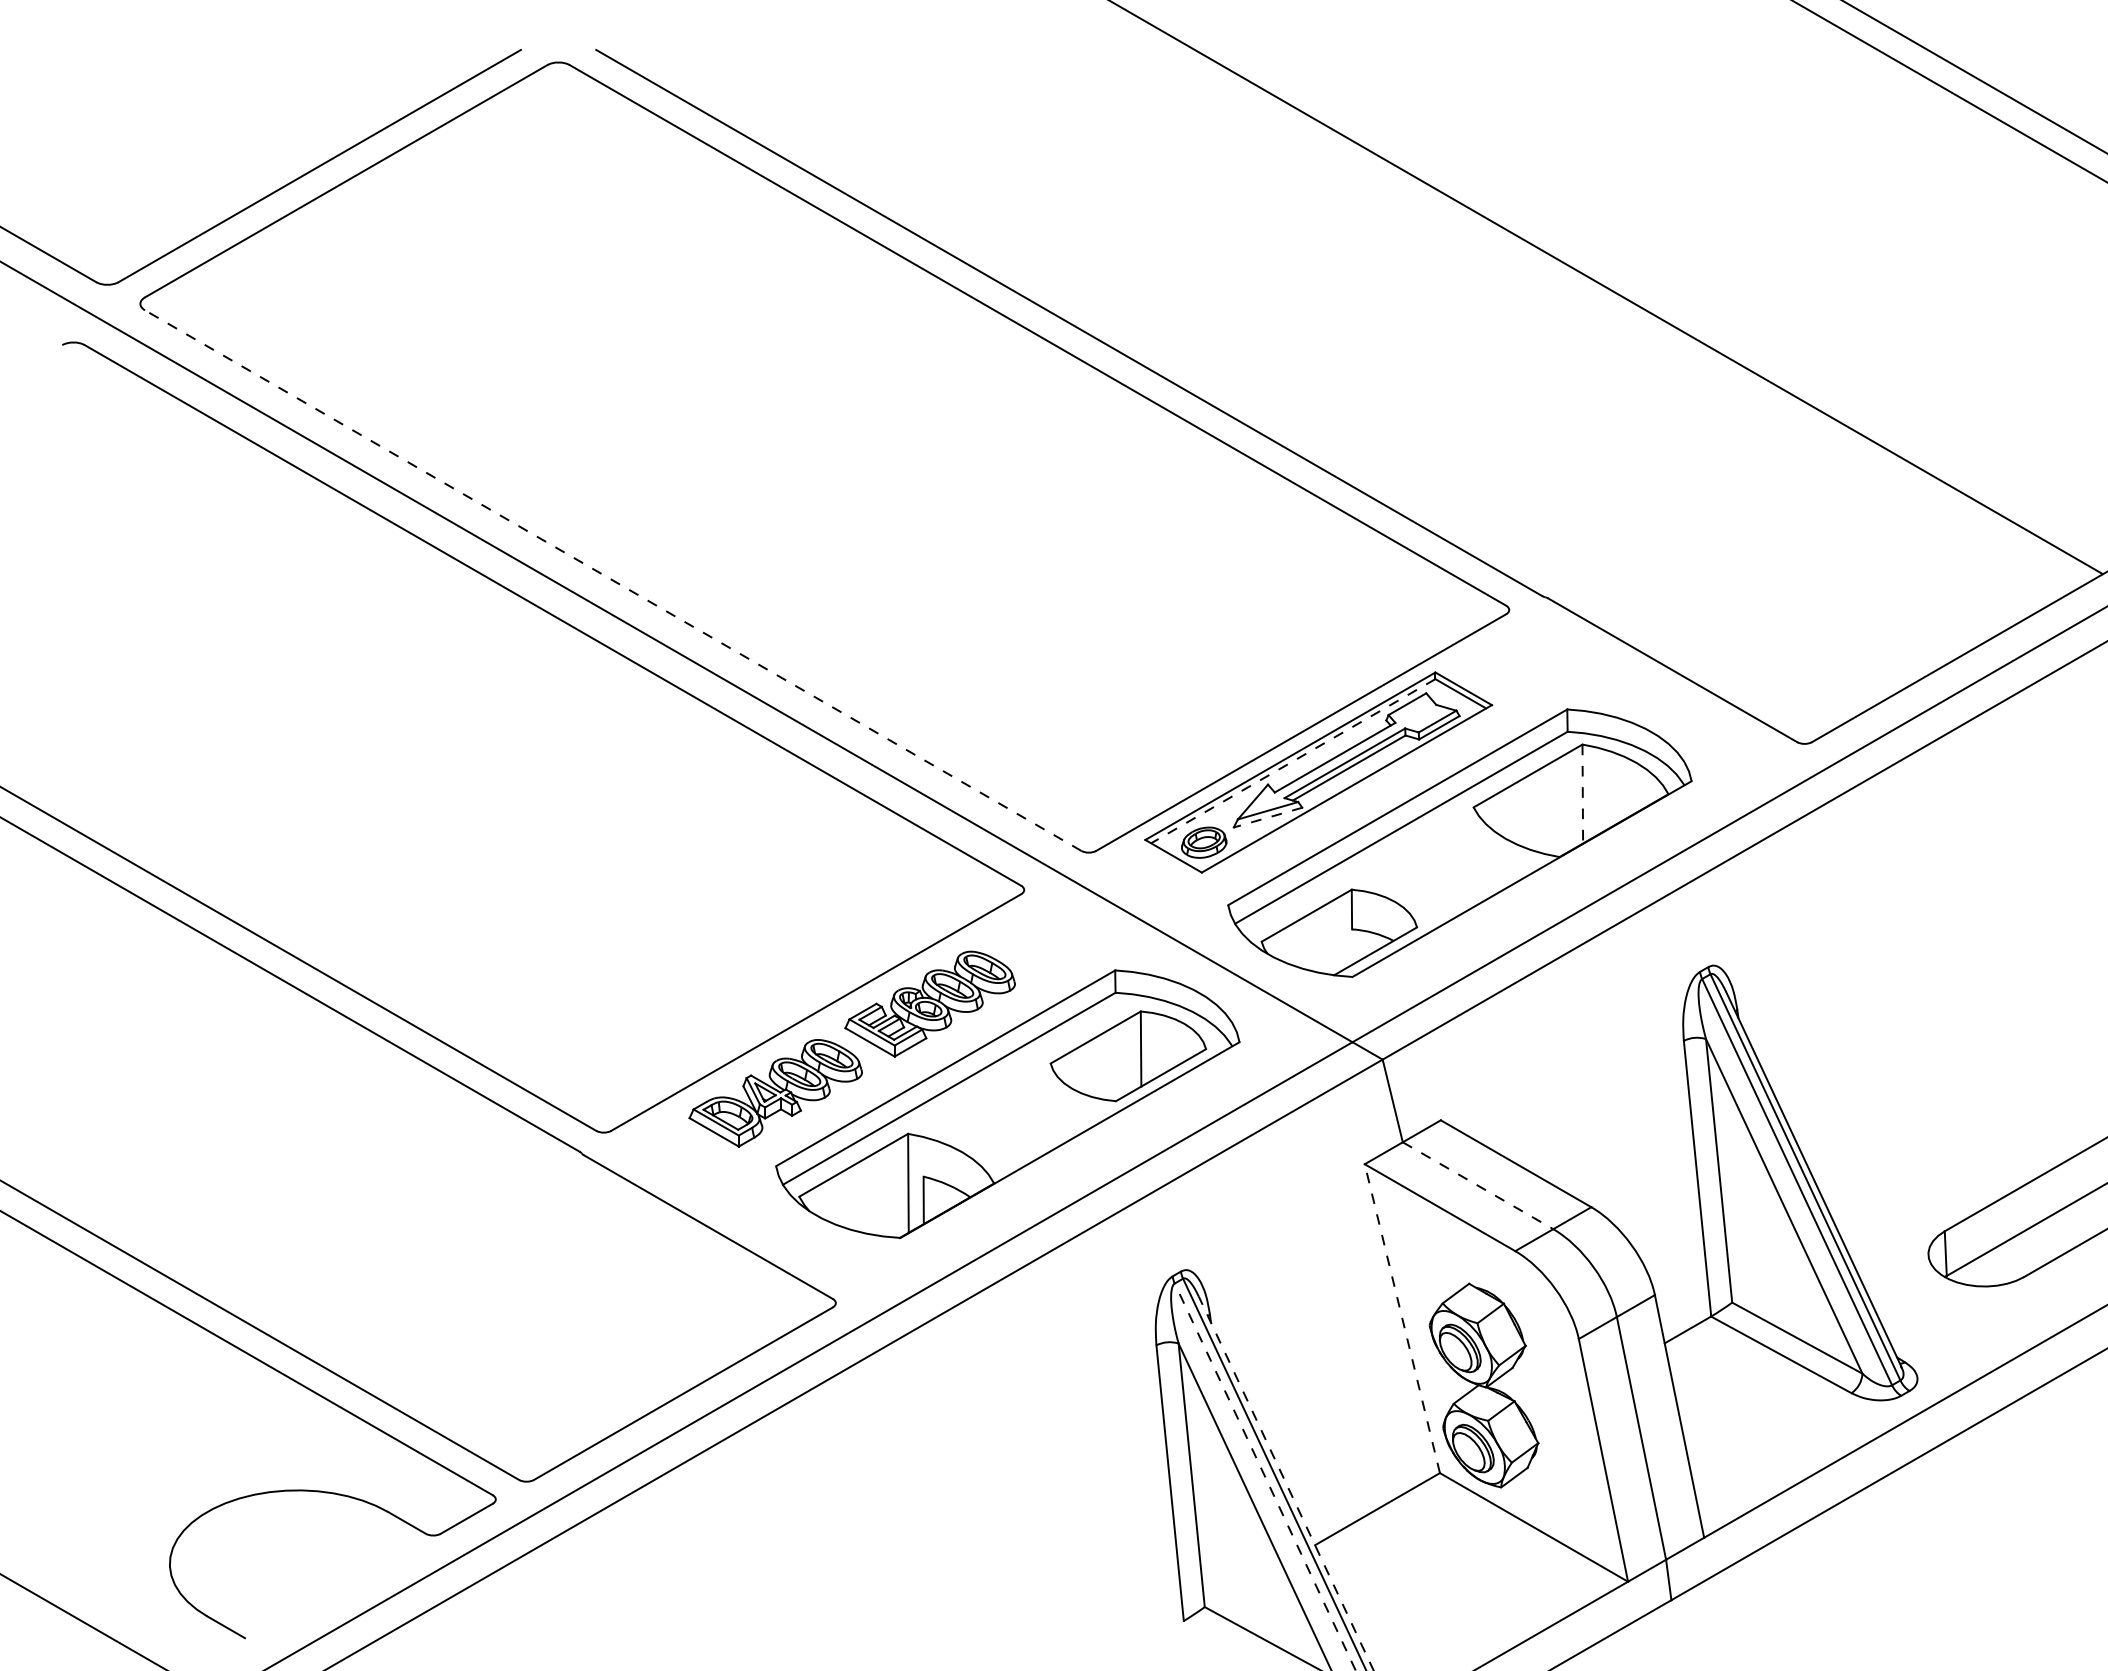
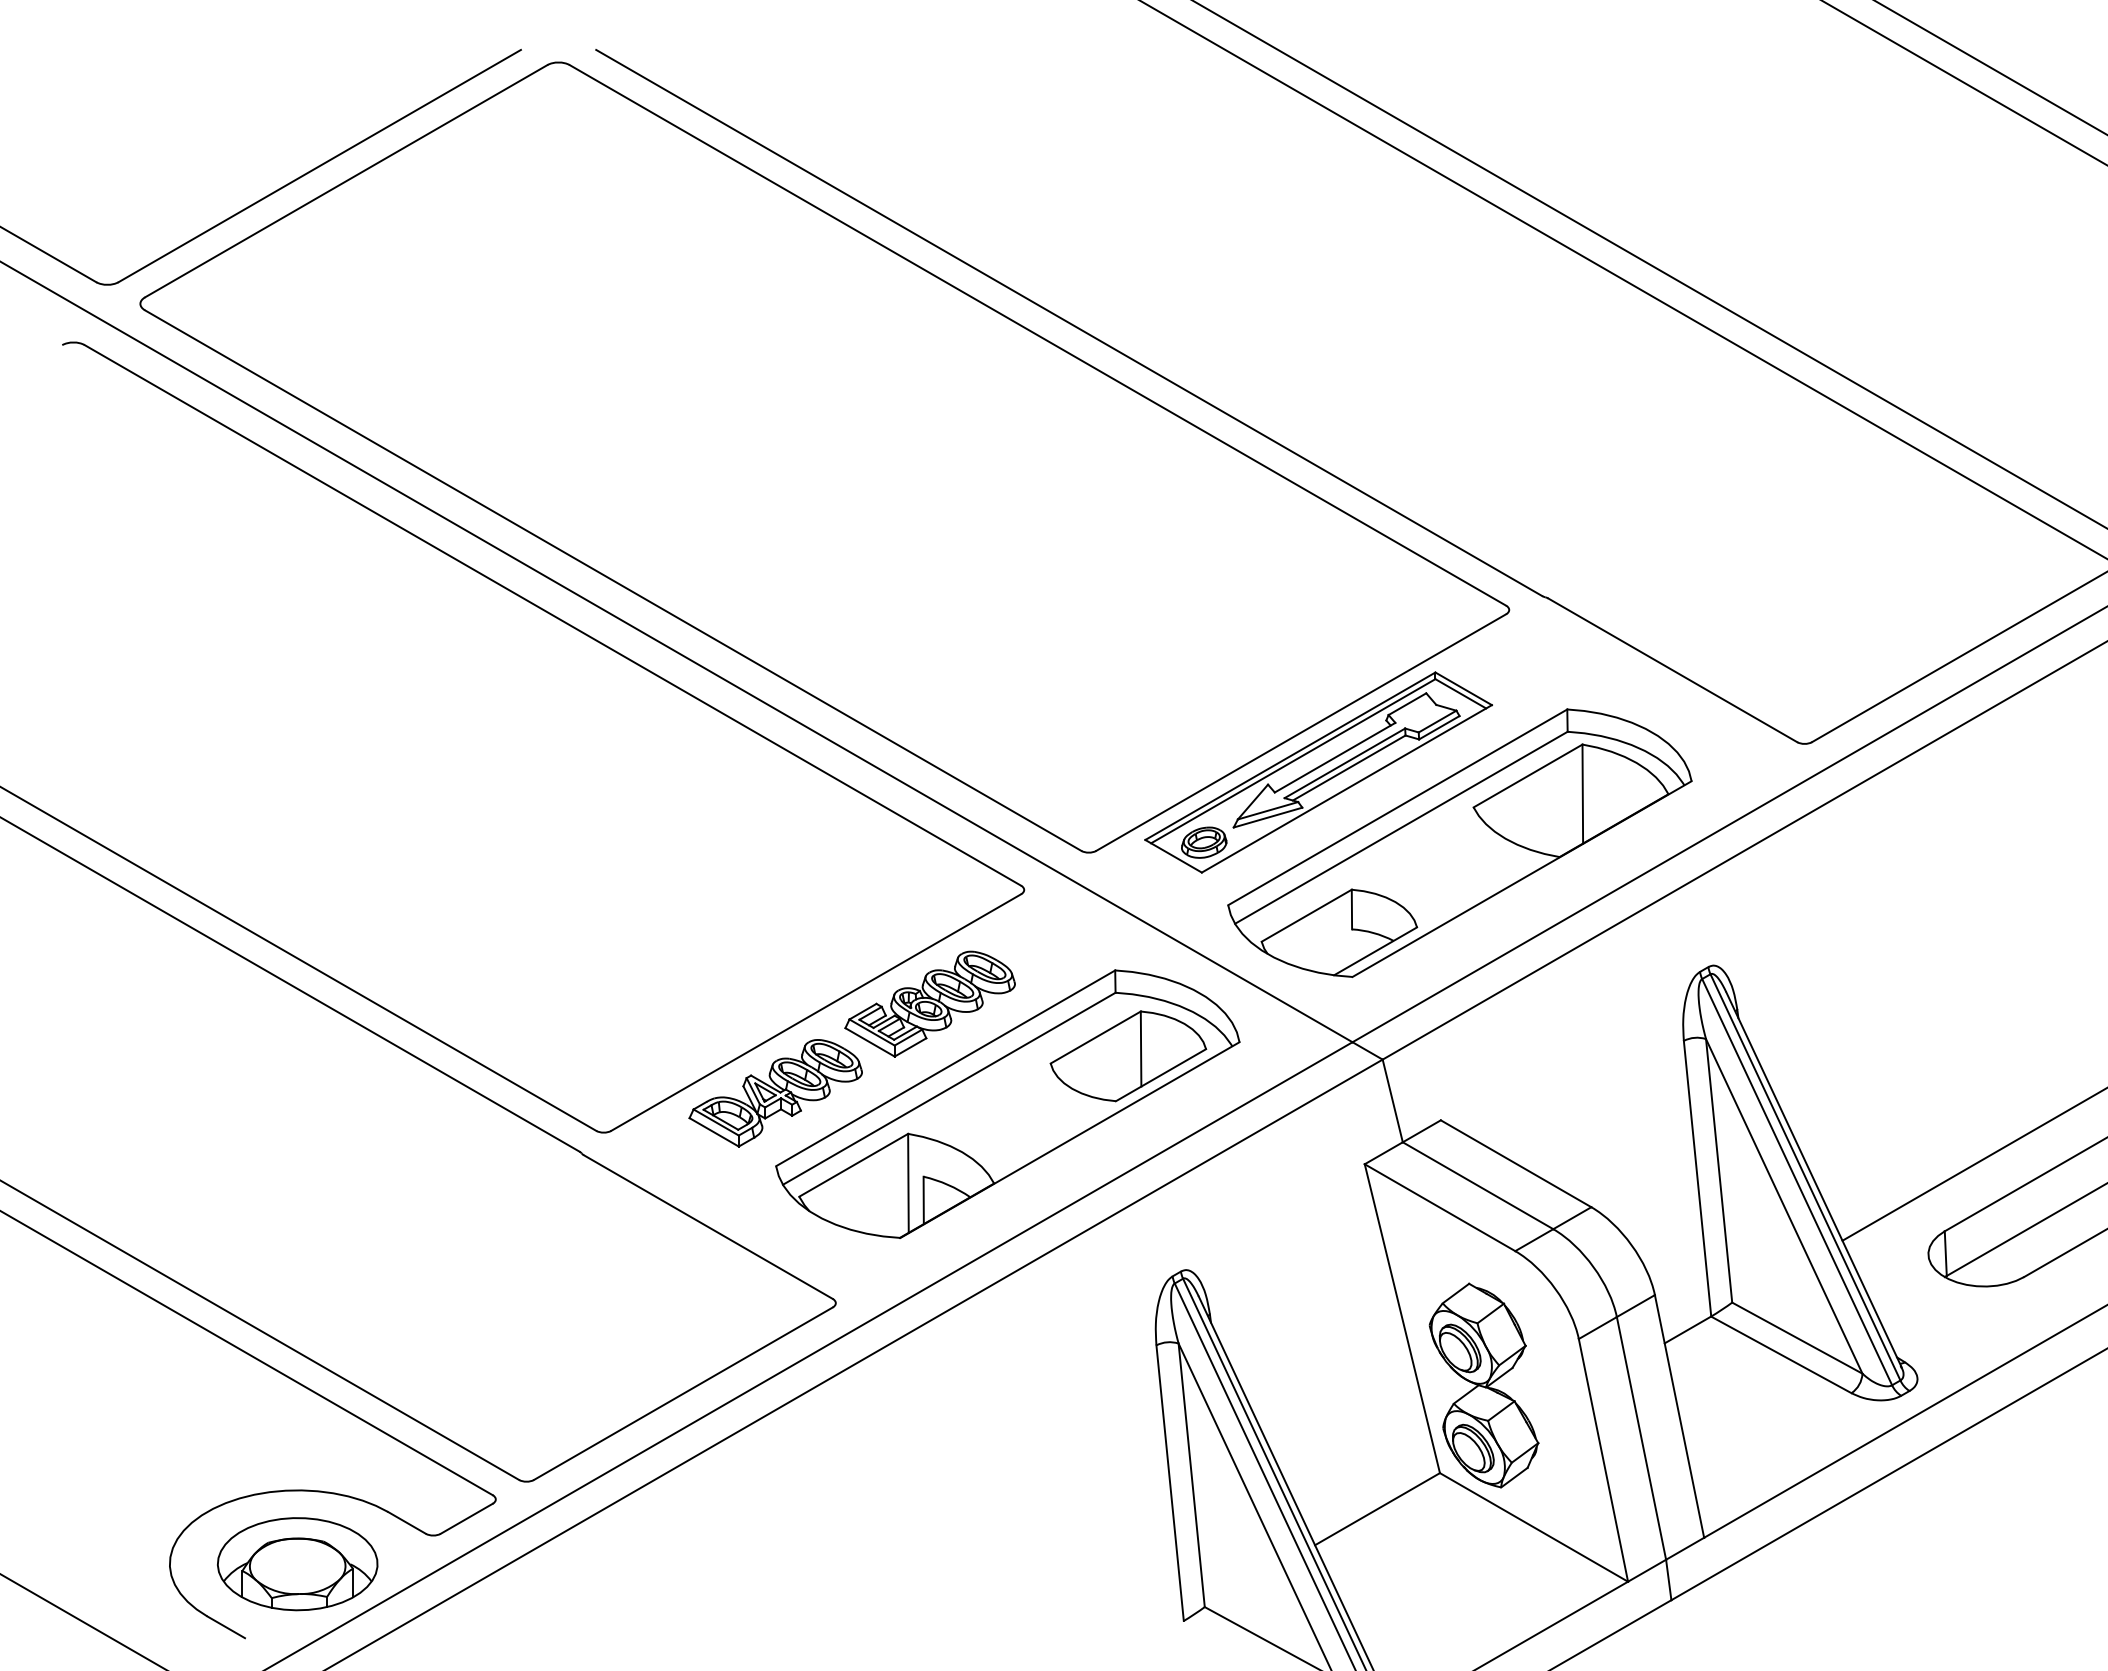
line at (1974, 76) position: (1974, 76) -> (1990, 67)
line at (1949, 91) position: (1949, 91) -> (1964, 82)
line at (1649, 264): none -> present
line at (1607, 288) position: (1607, 288) -> (1623, 279)
line at (613, 580): dashed -> solid
line at (1292, 761): dashed -> solid
line at (1582, 794): dashed -> solid
line at (1268, 817): dashed -> solid
line at (1973, 1164): none -> present
line at (1478, 1185): dashed -> solid
line at (1402, 1318): dashed -> solid
line at (1265, 1477): dashed -> solid
line at (1286, 1483): dashed -> solid
part at (297, 1564): none -> present
